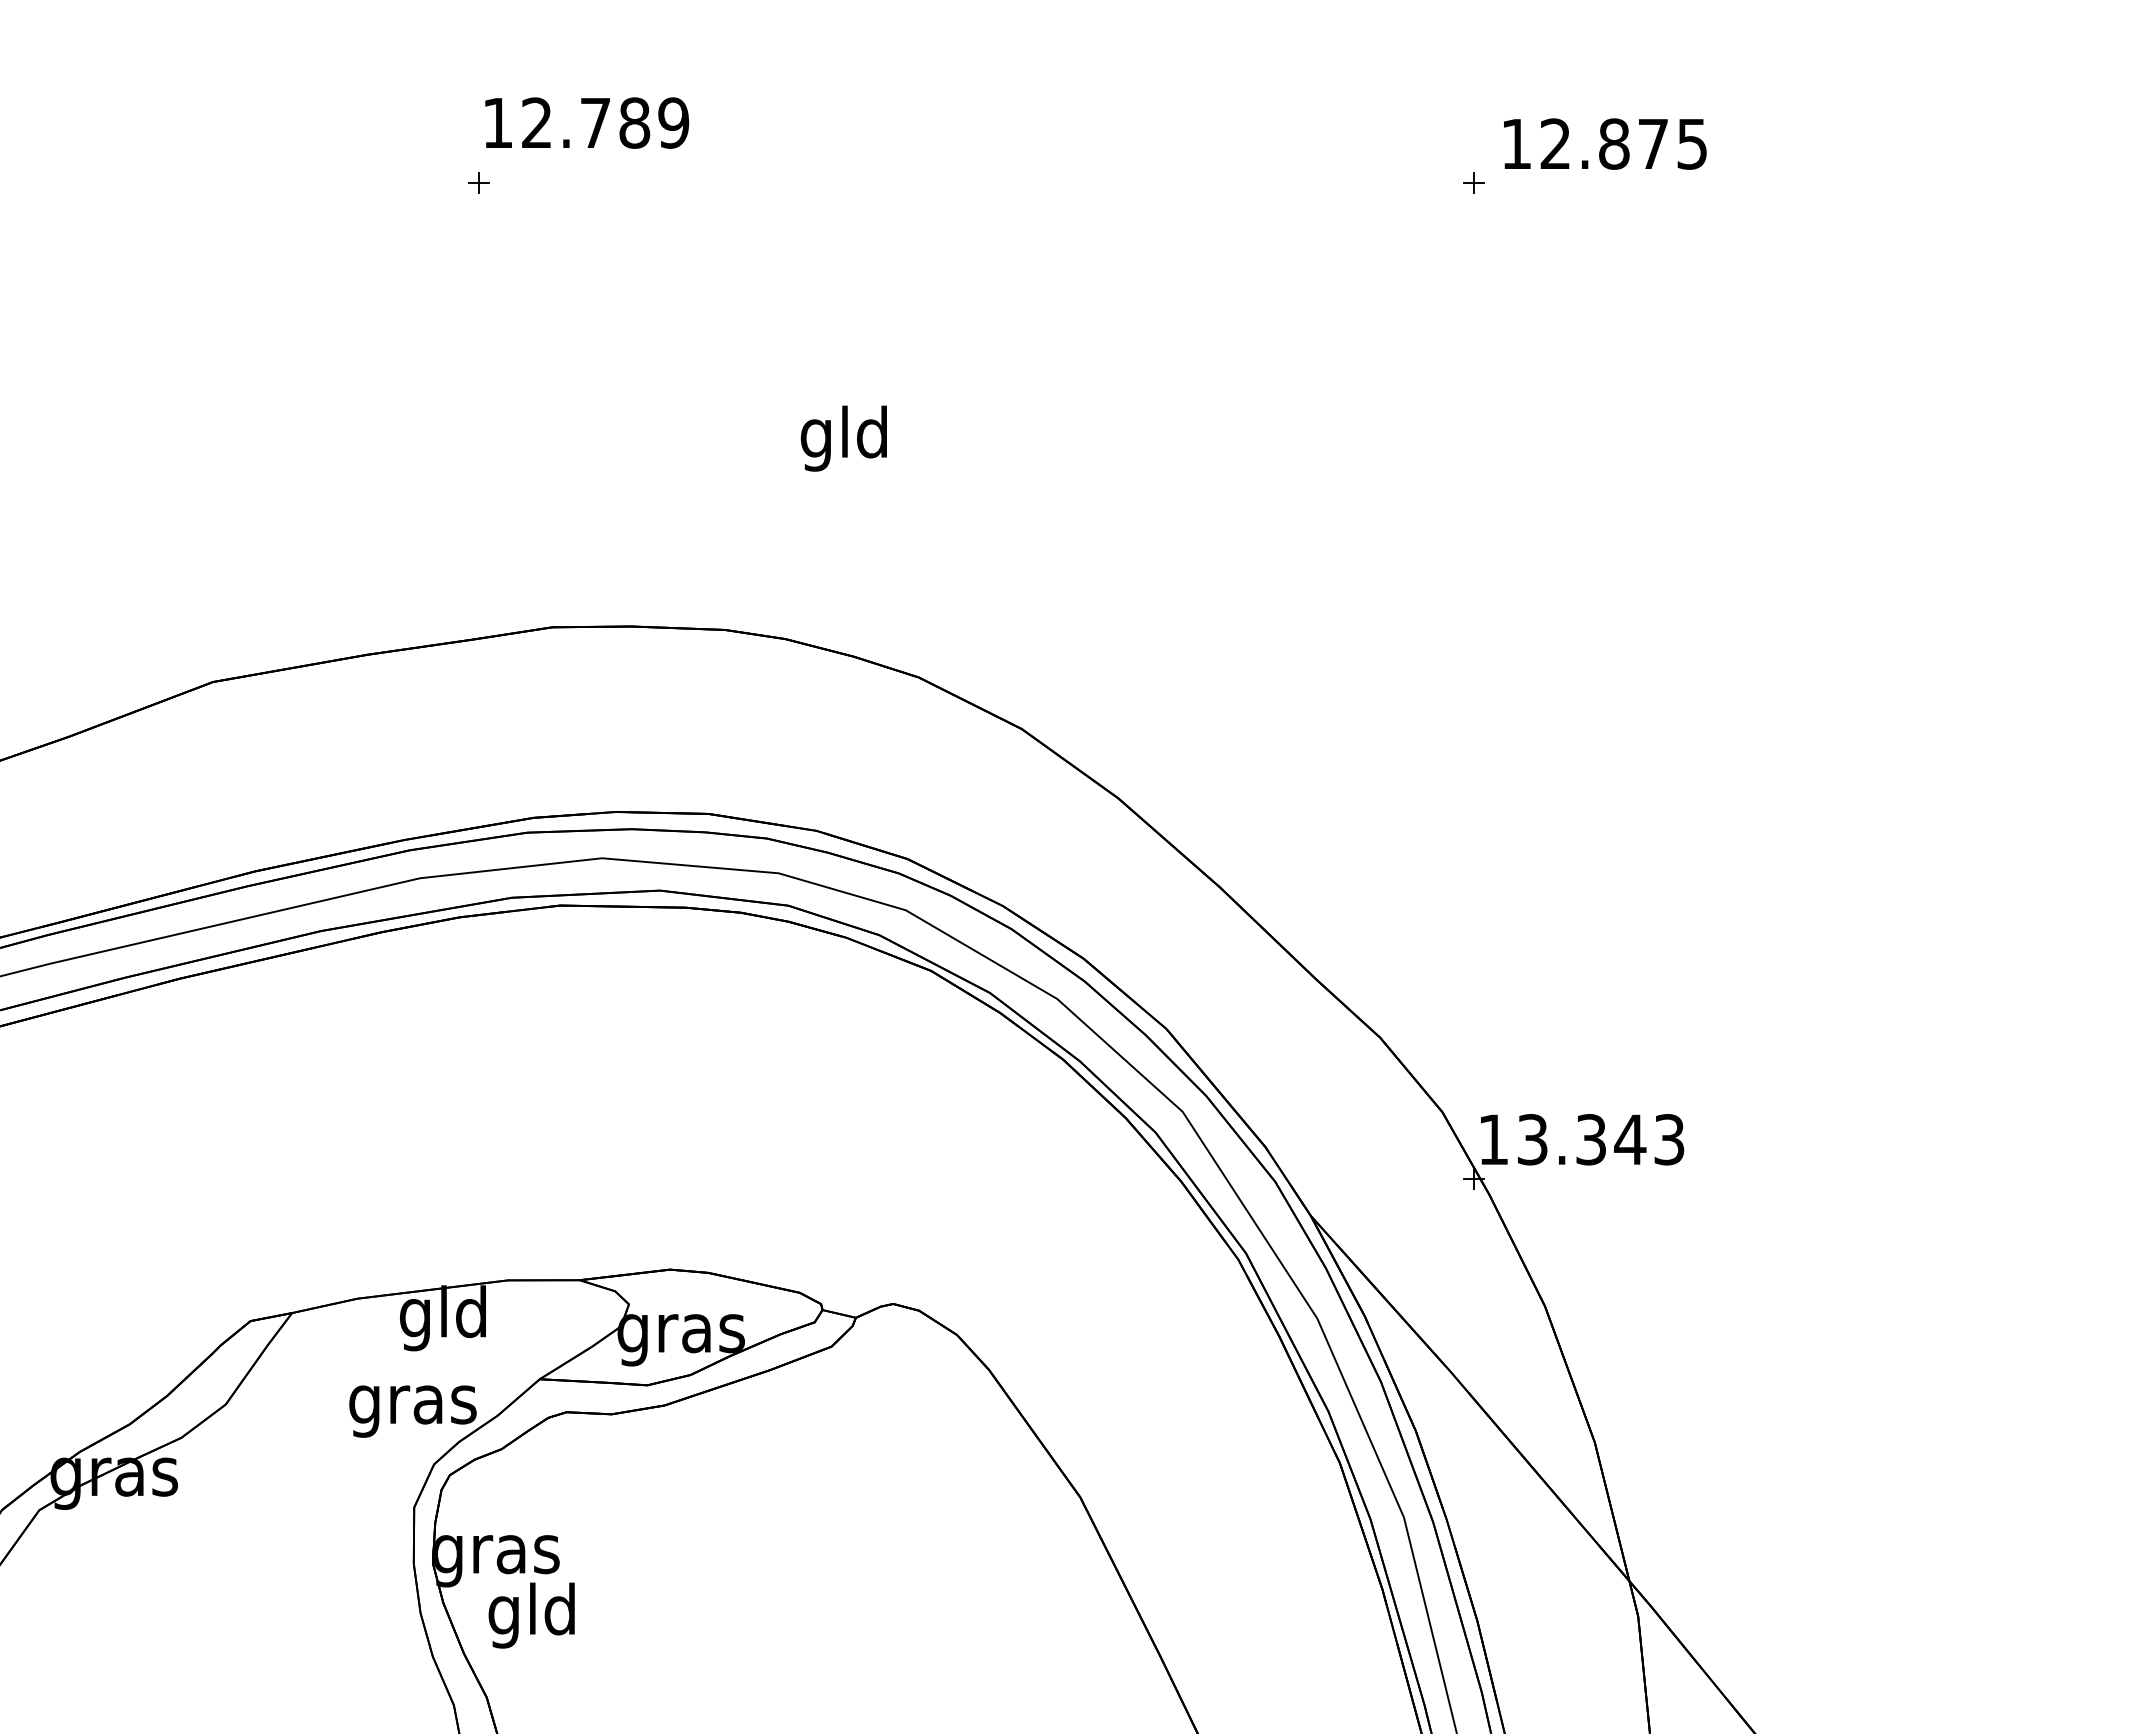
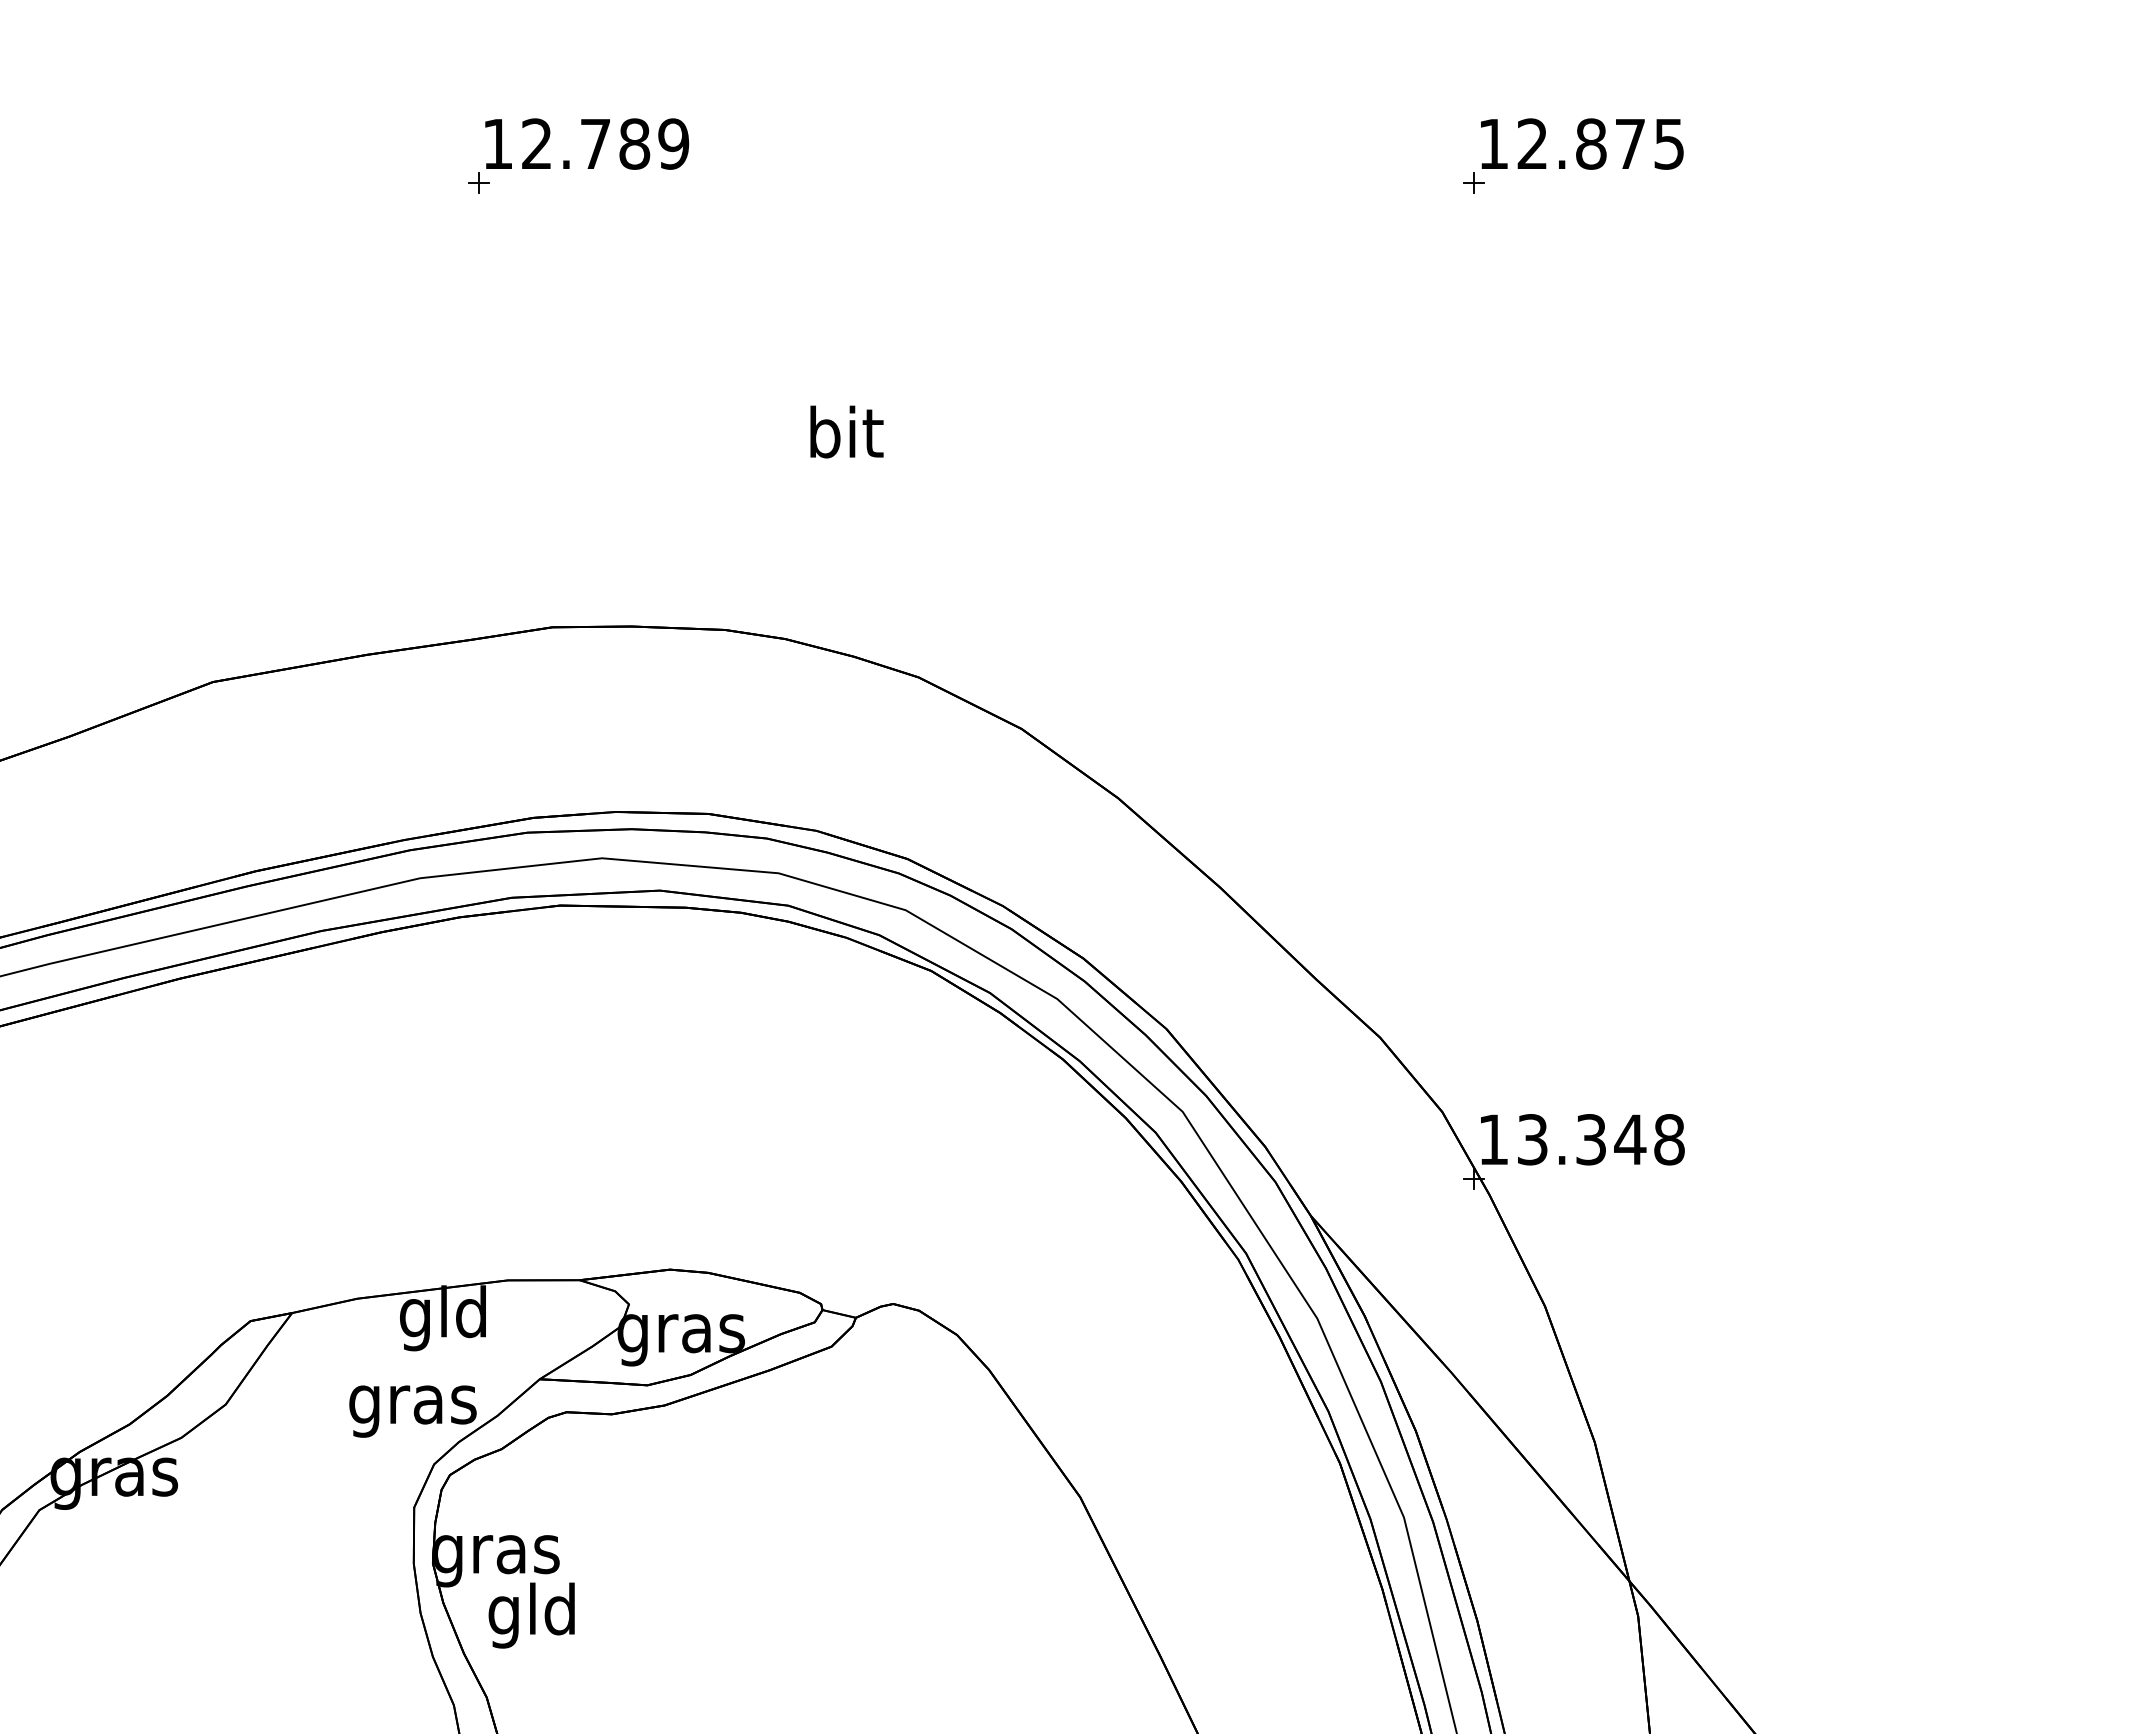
text at (587, 122) position: (587, 122) -> (587, 143)
text at (1605, 143) position: (1605, 143) -> (1582, 143)
text at (843, 438): gld -> bit
text at (1669, 1139): 13.343 -> 13.348
